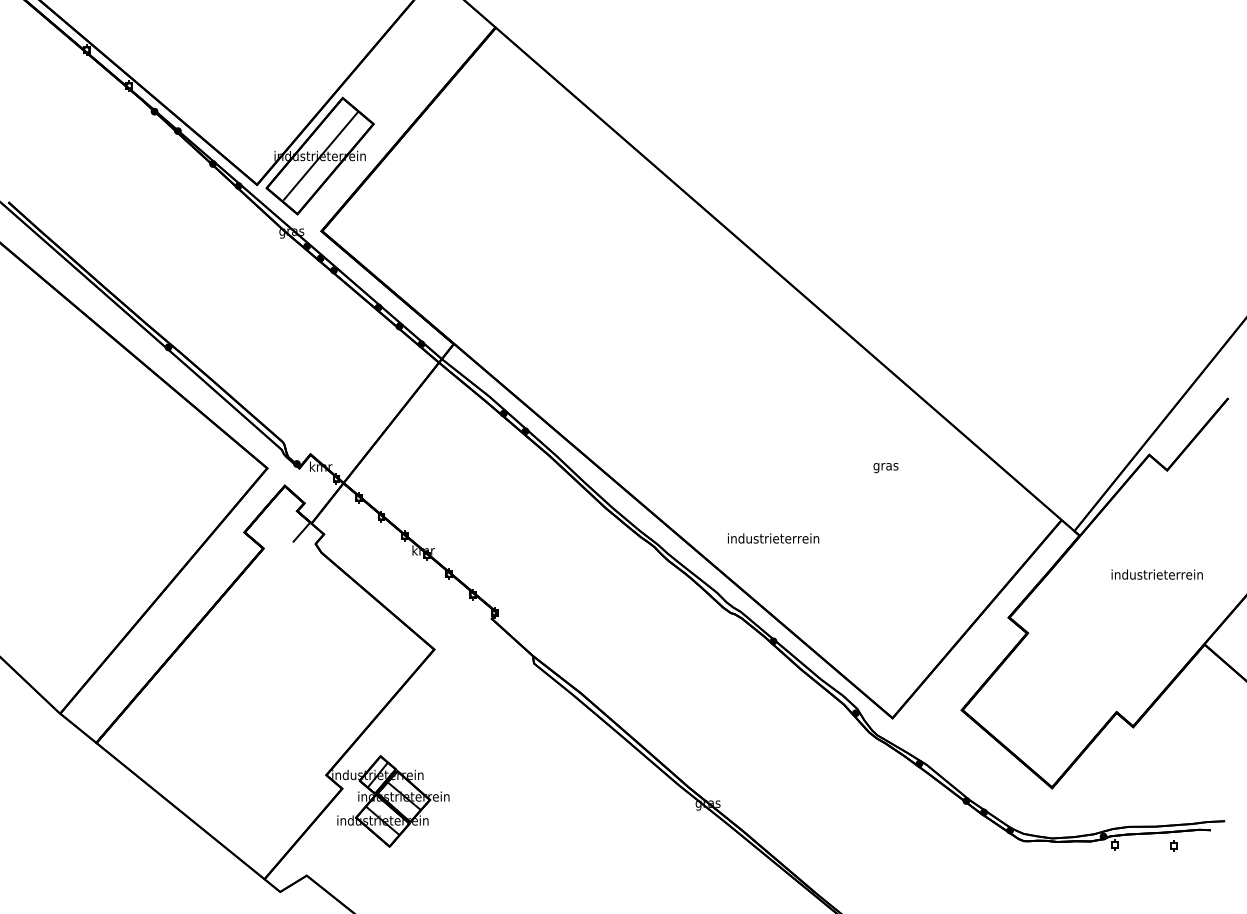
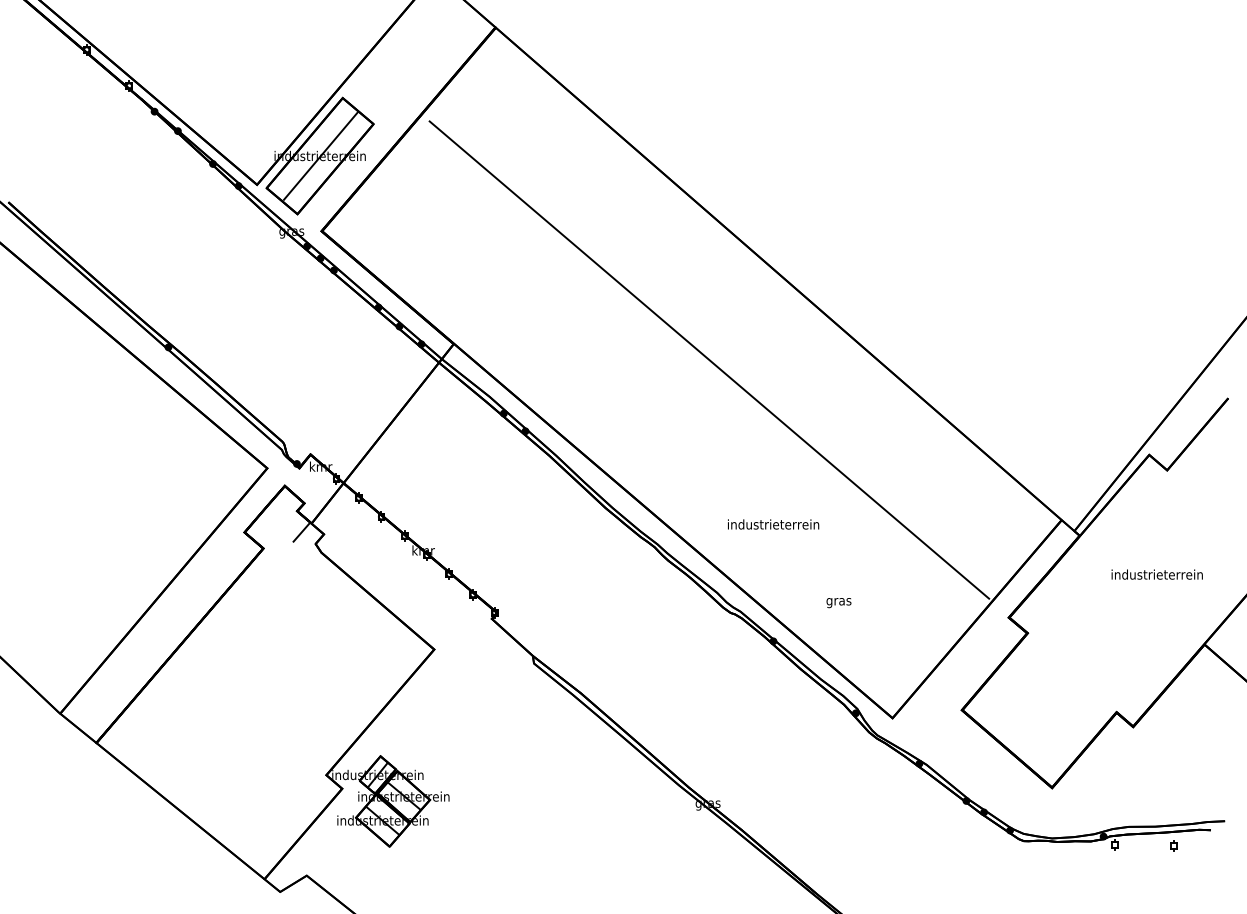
line at (709, 359): none -> present
text at (885, 468) position: (885, 468) -> (838, 603)
text at (773, 538) position: (773, 538) -> (773, 524)
